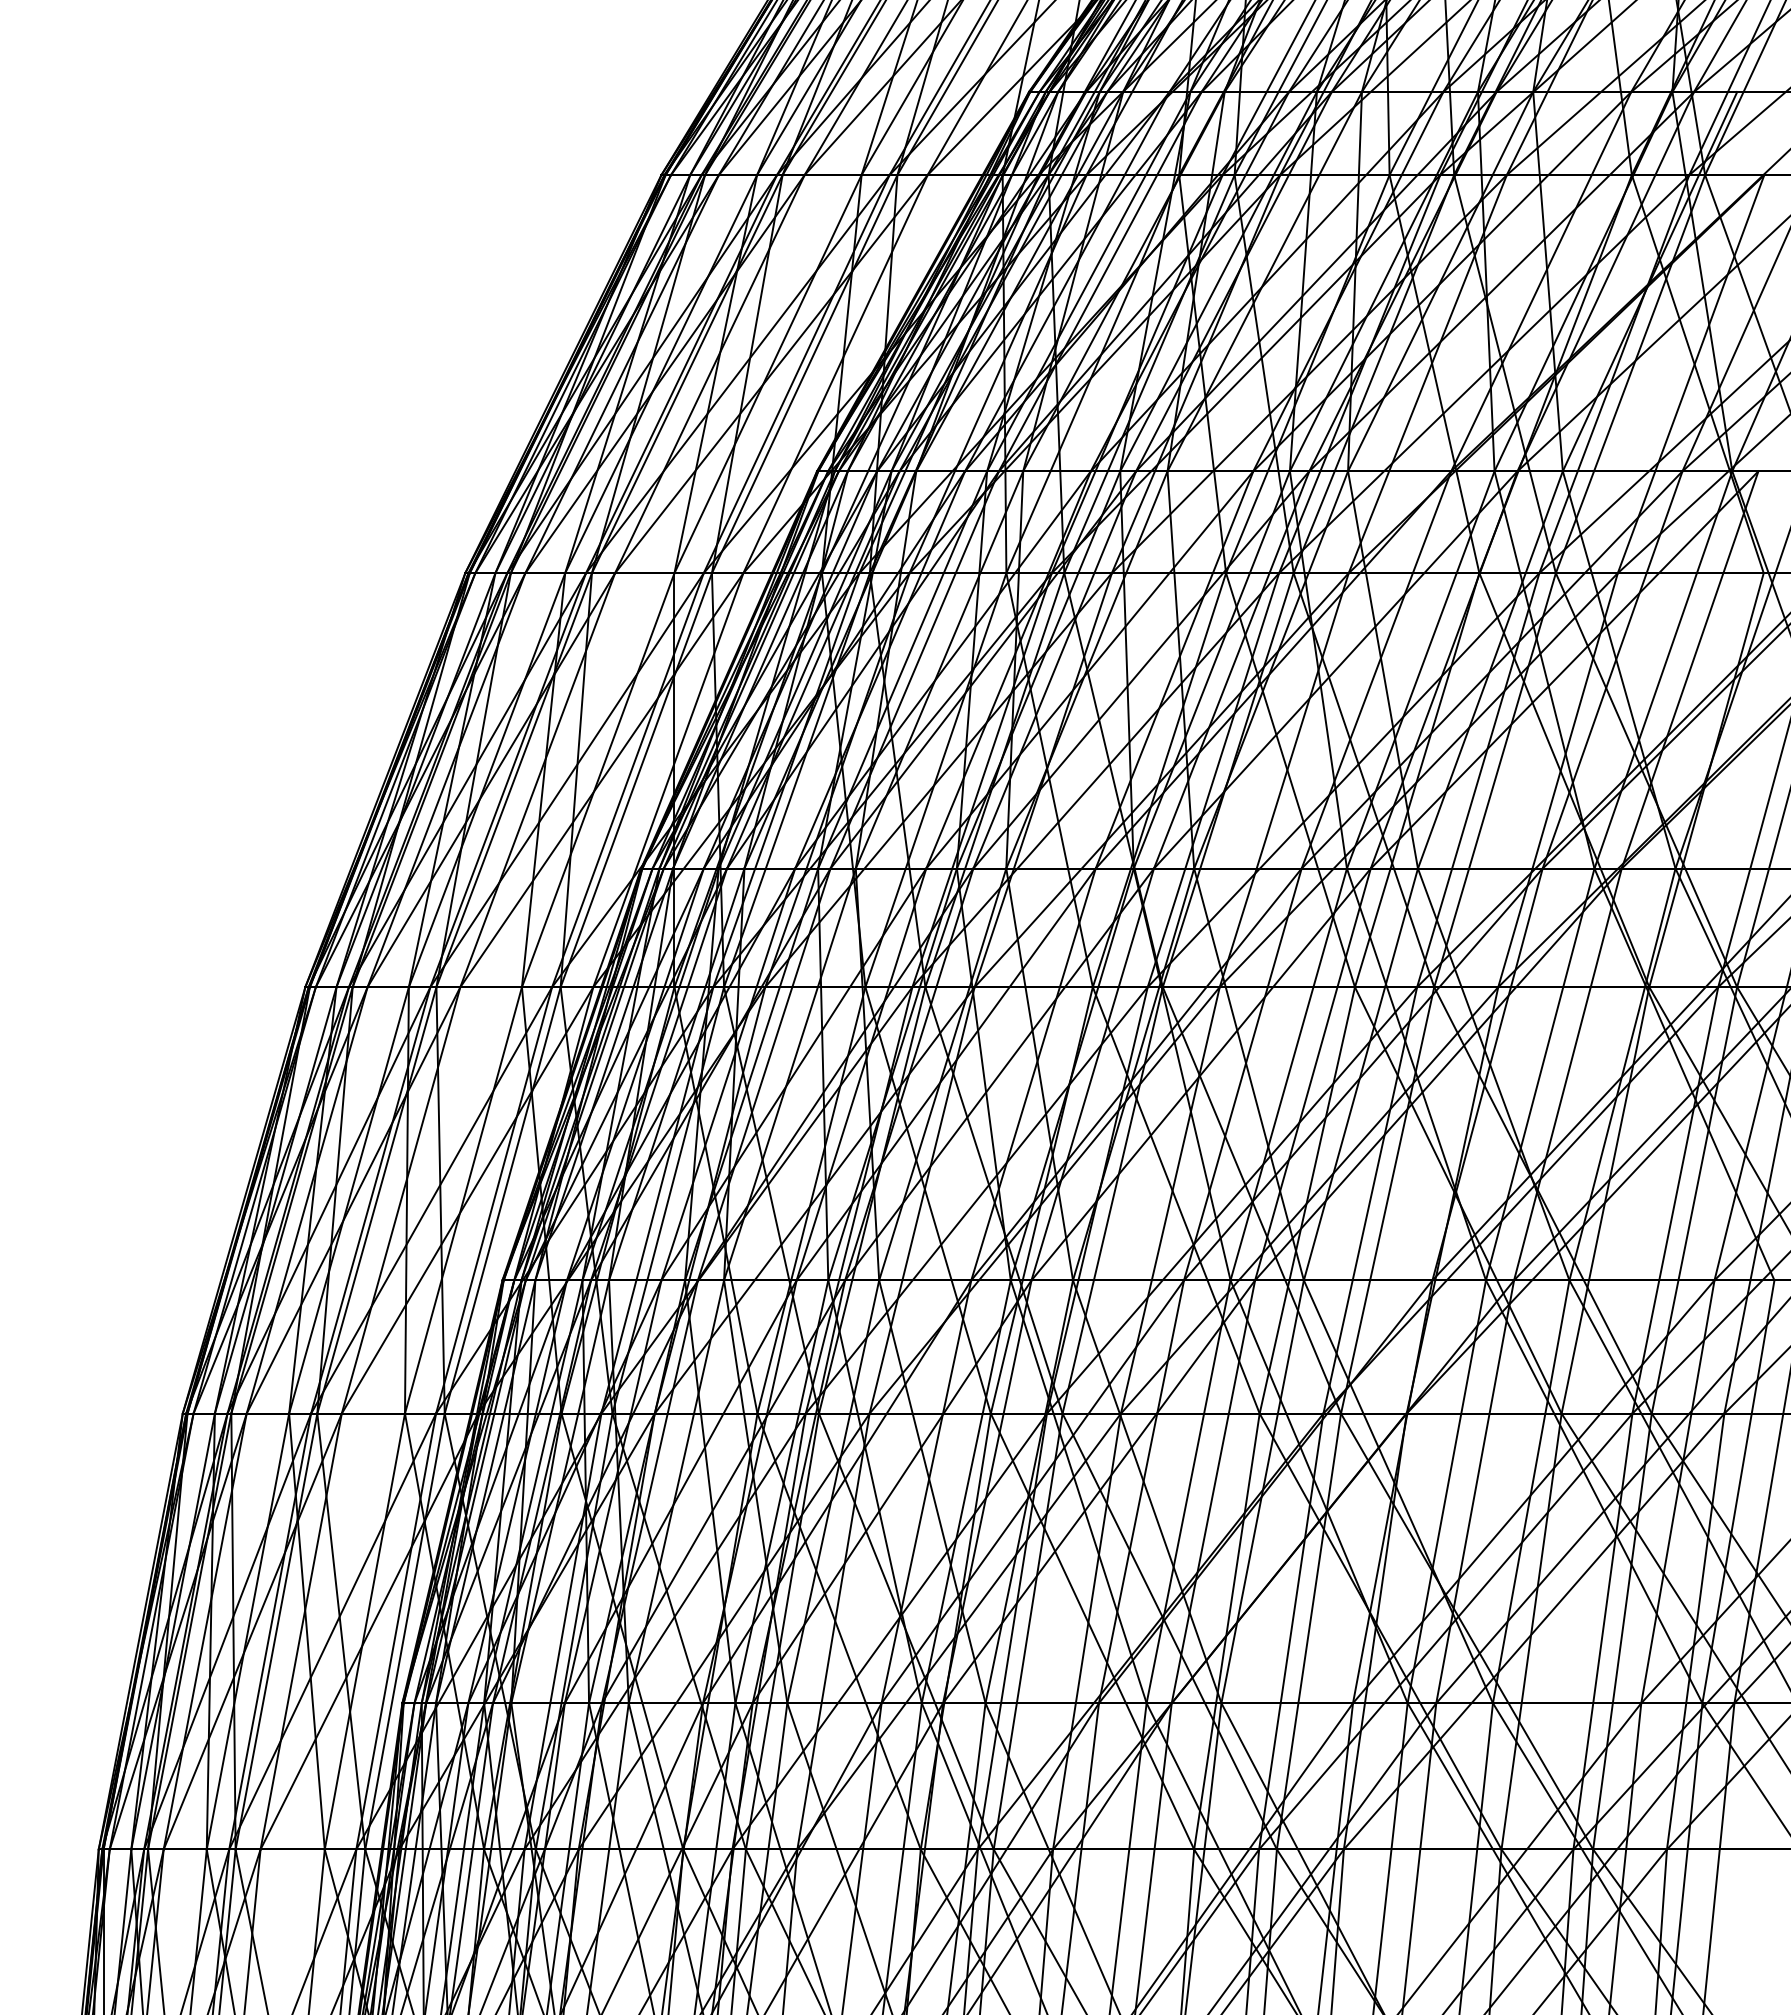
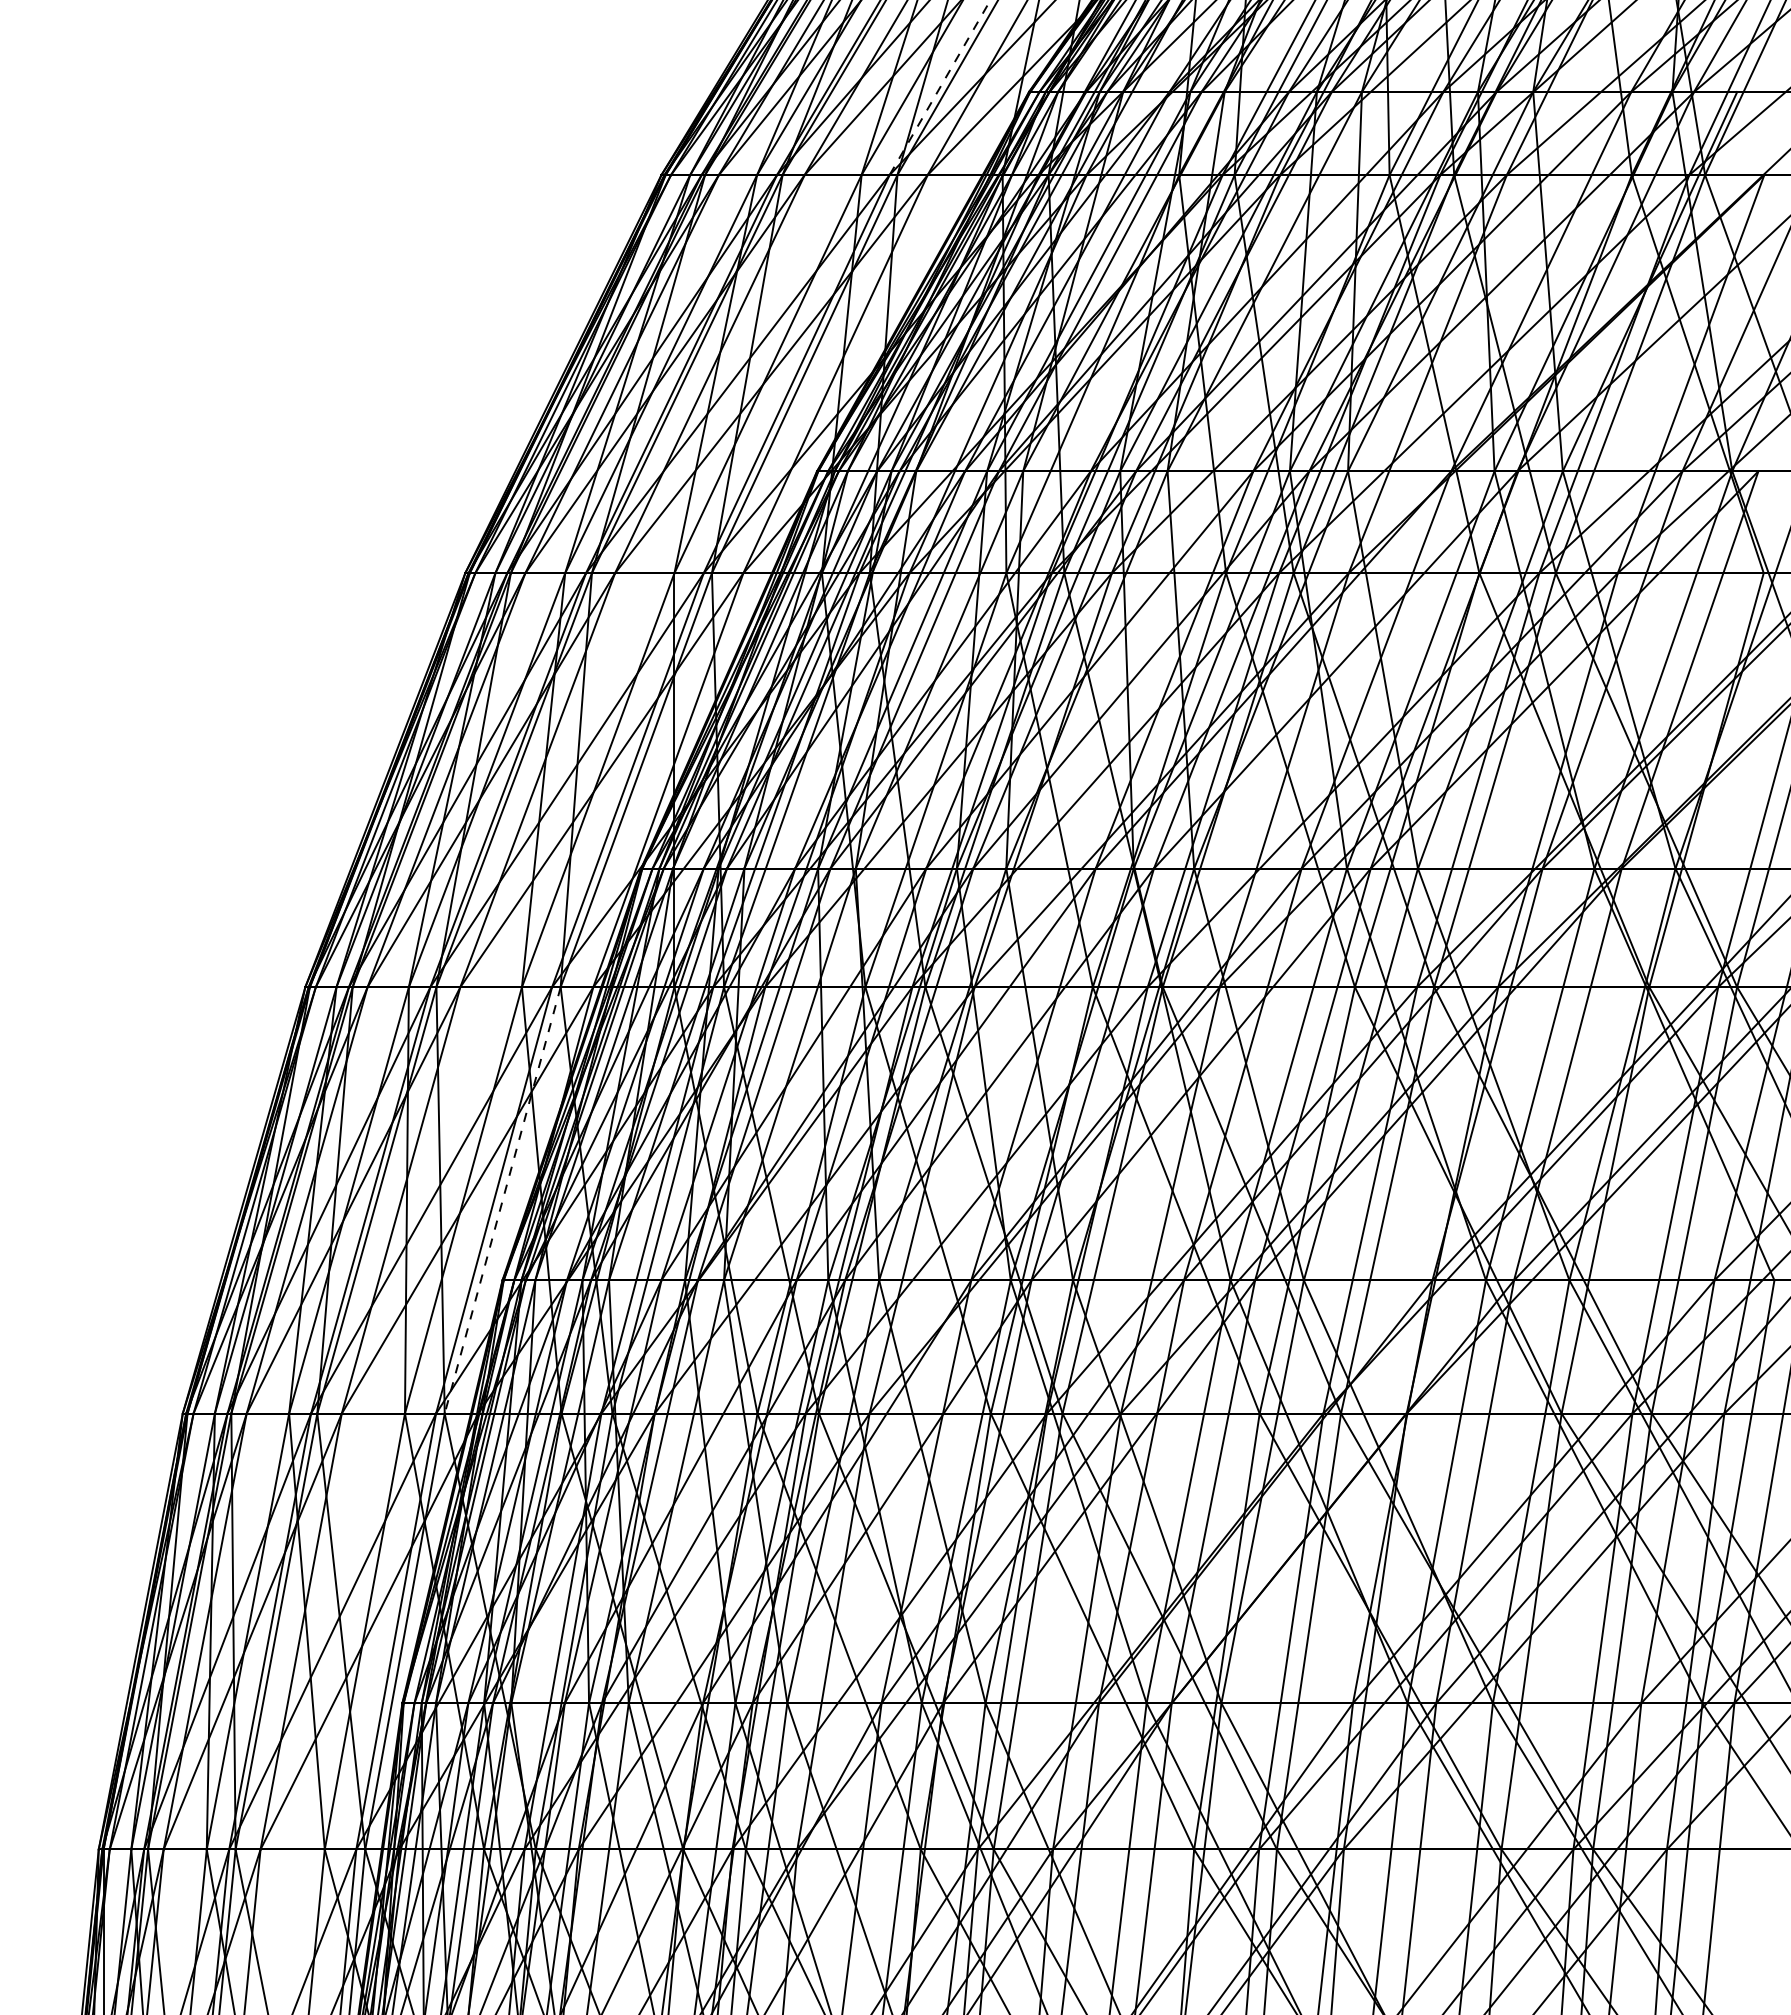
line at (940, 87): solid -> dashed
line at (502, 1200): solid -> dashed
